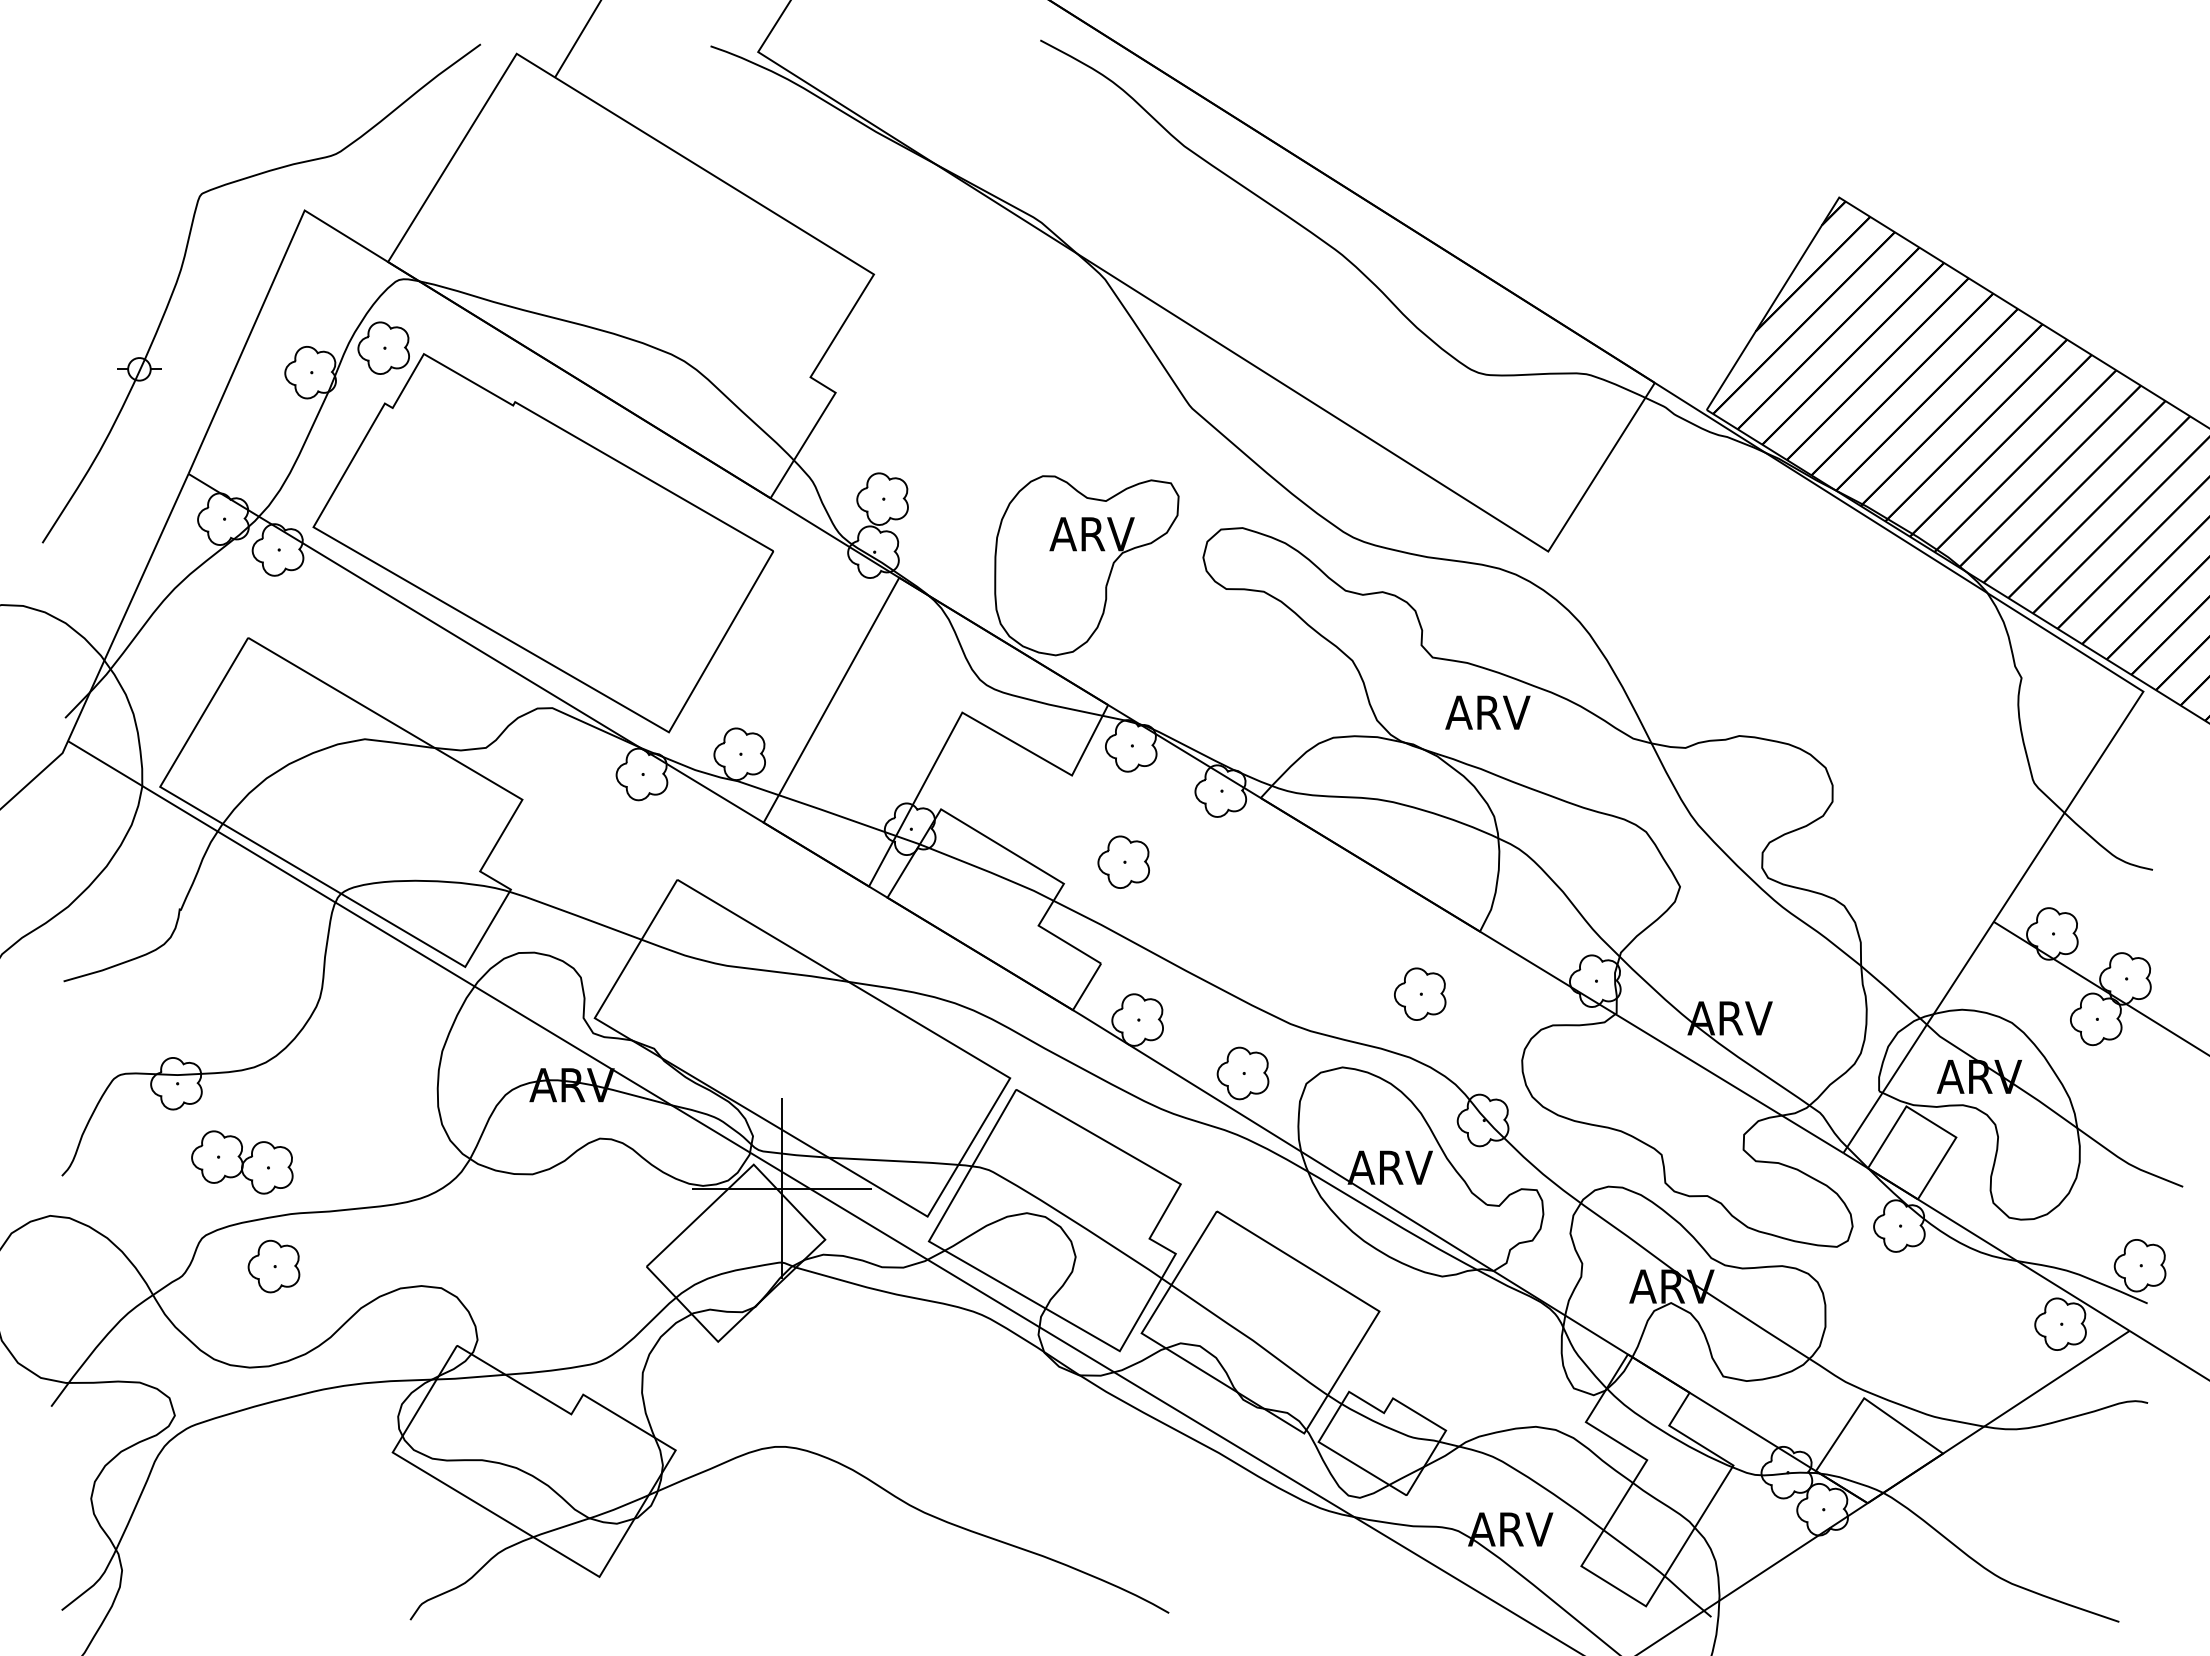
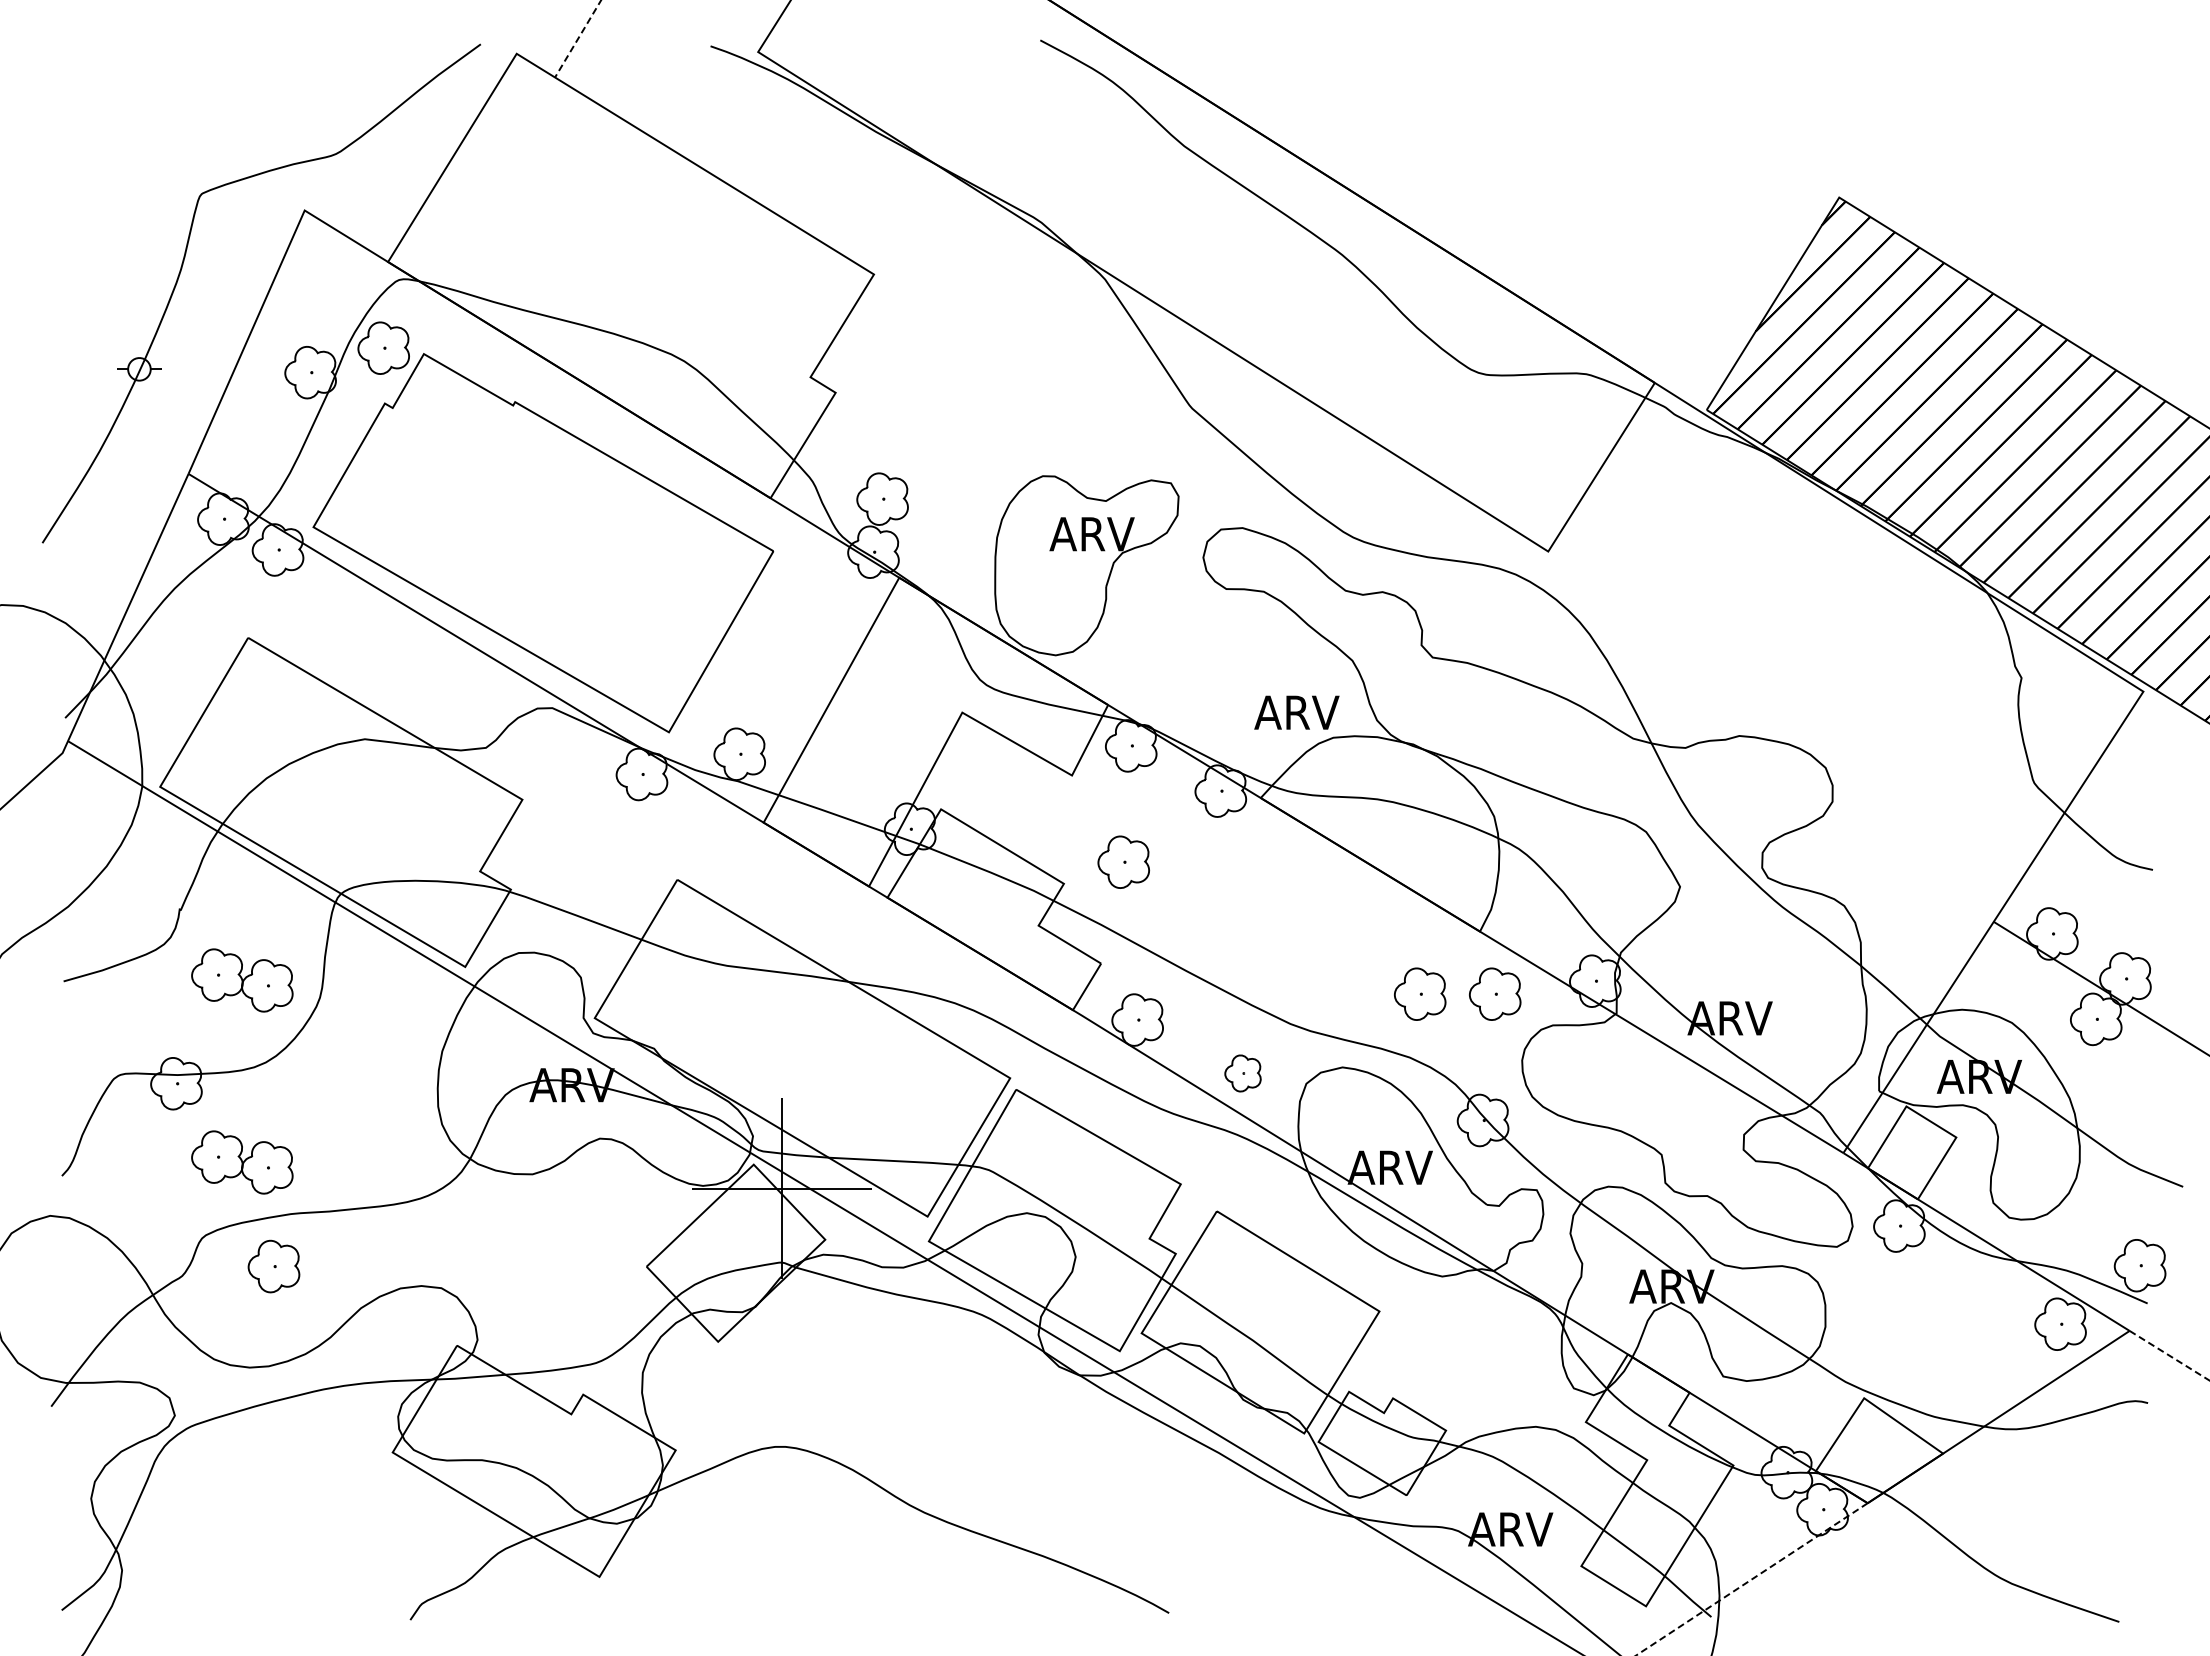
line at (578, 38): solid -> dashed
text at (1487, 712) position: (1487, 712) -> (1296, 712)
part at (242, 980): none -> present
part at (1495, 993): none -> present
part at (1242, 1073) size: 54x55 px -> 38x39 px
line at (2169, 1355): solid -> dashed
line at (1751, 1579): solid -> dashed
